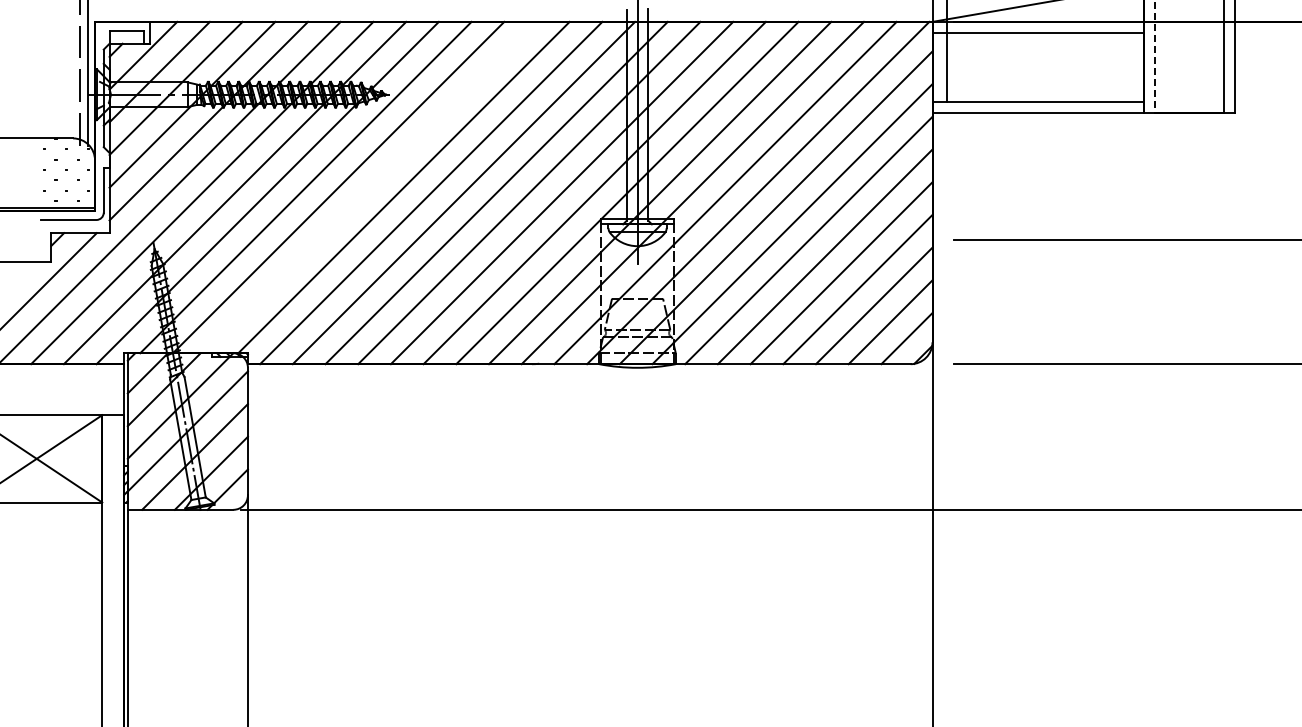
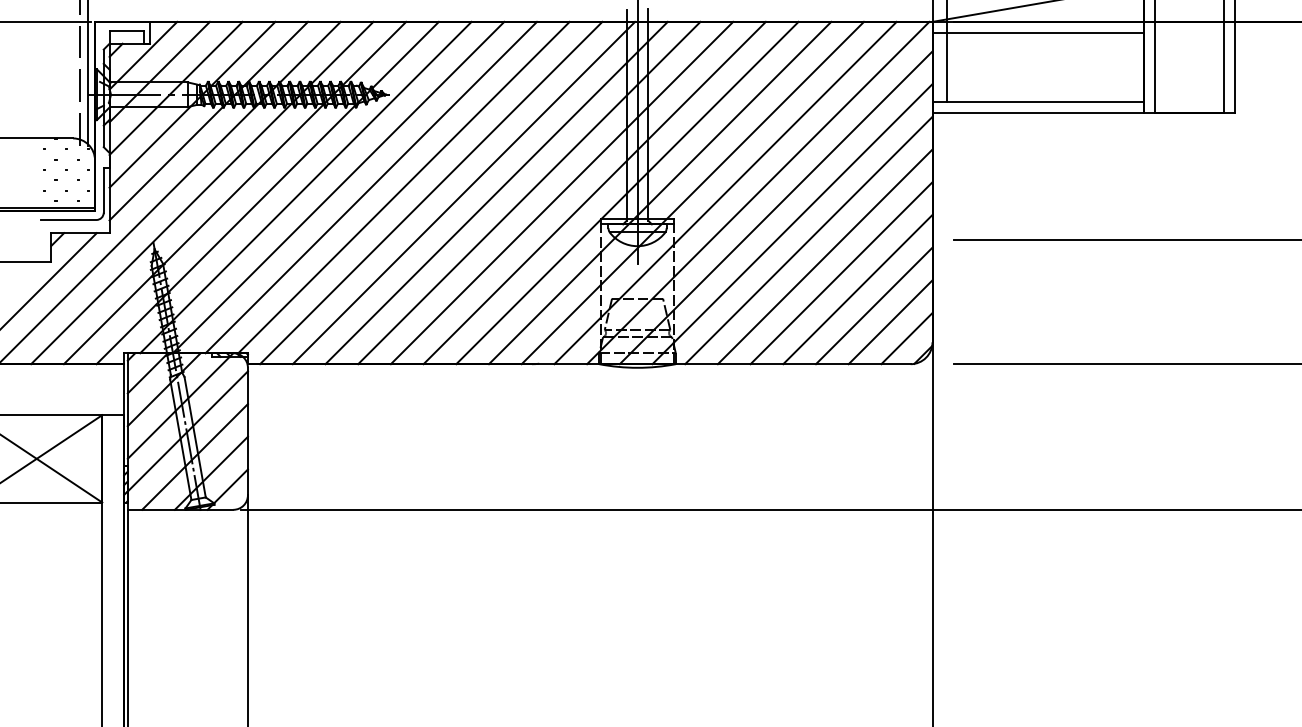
line at (46, 21): none -> present
line at (1154, 56): dashed -> solid
line at (370, 187): none -> present
